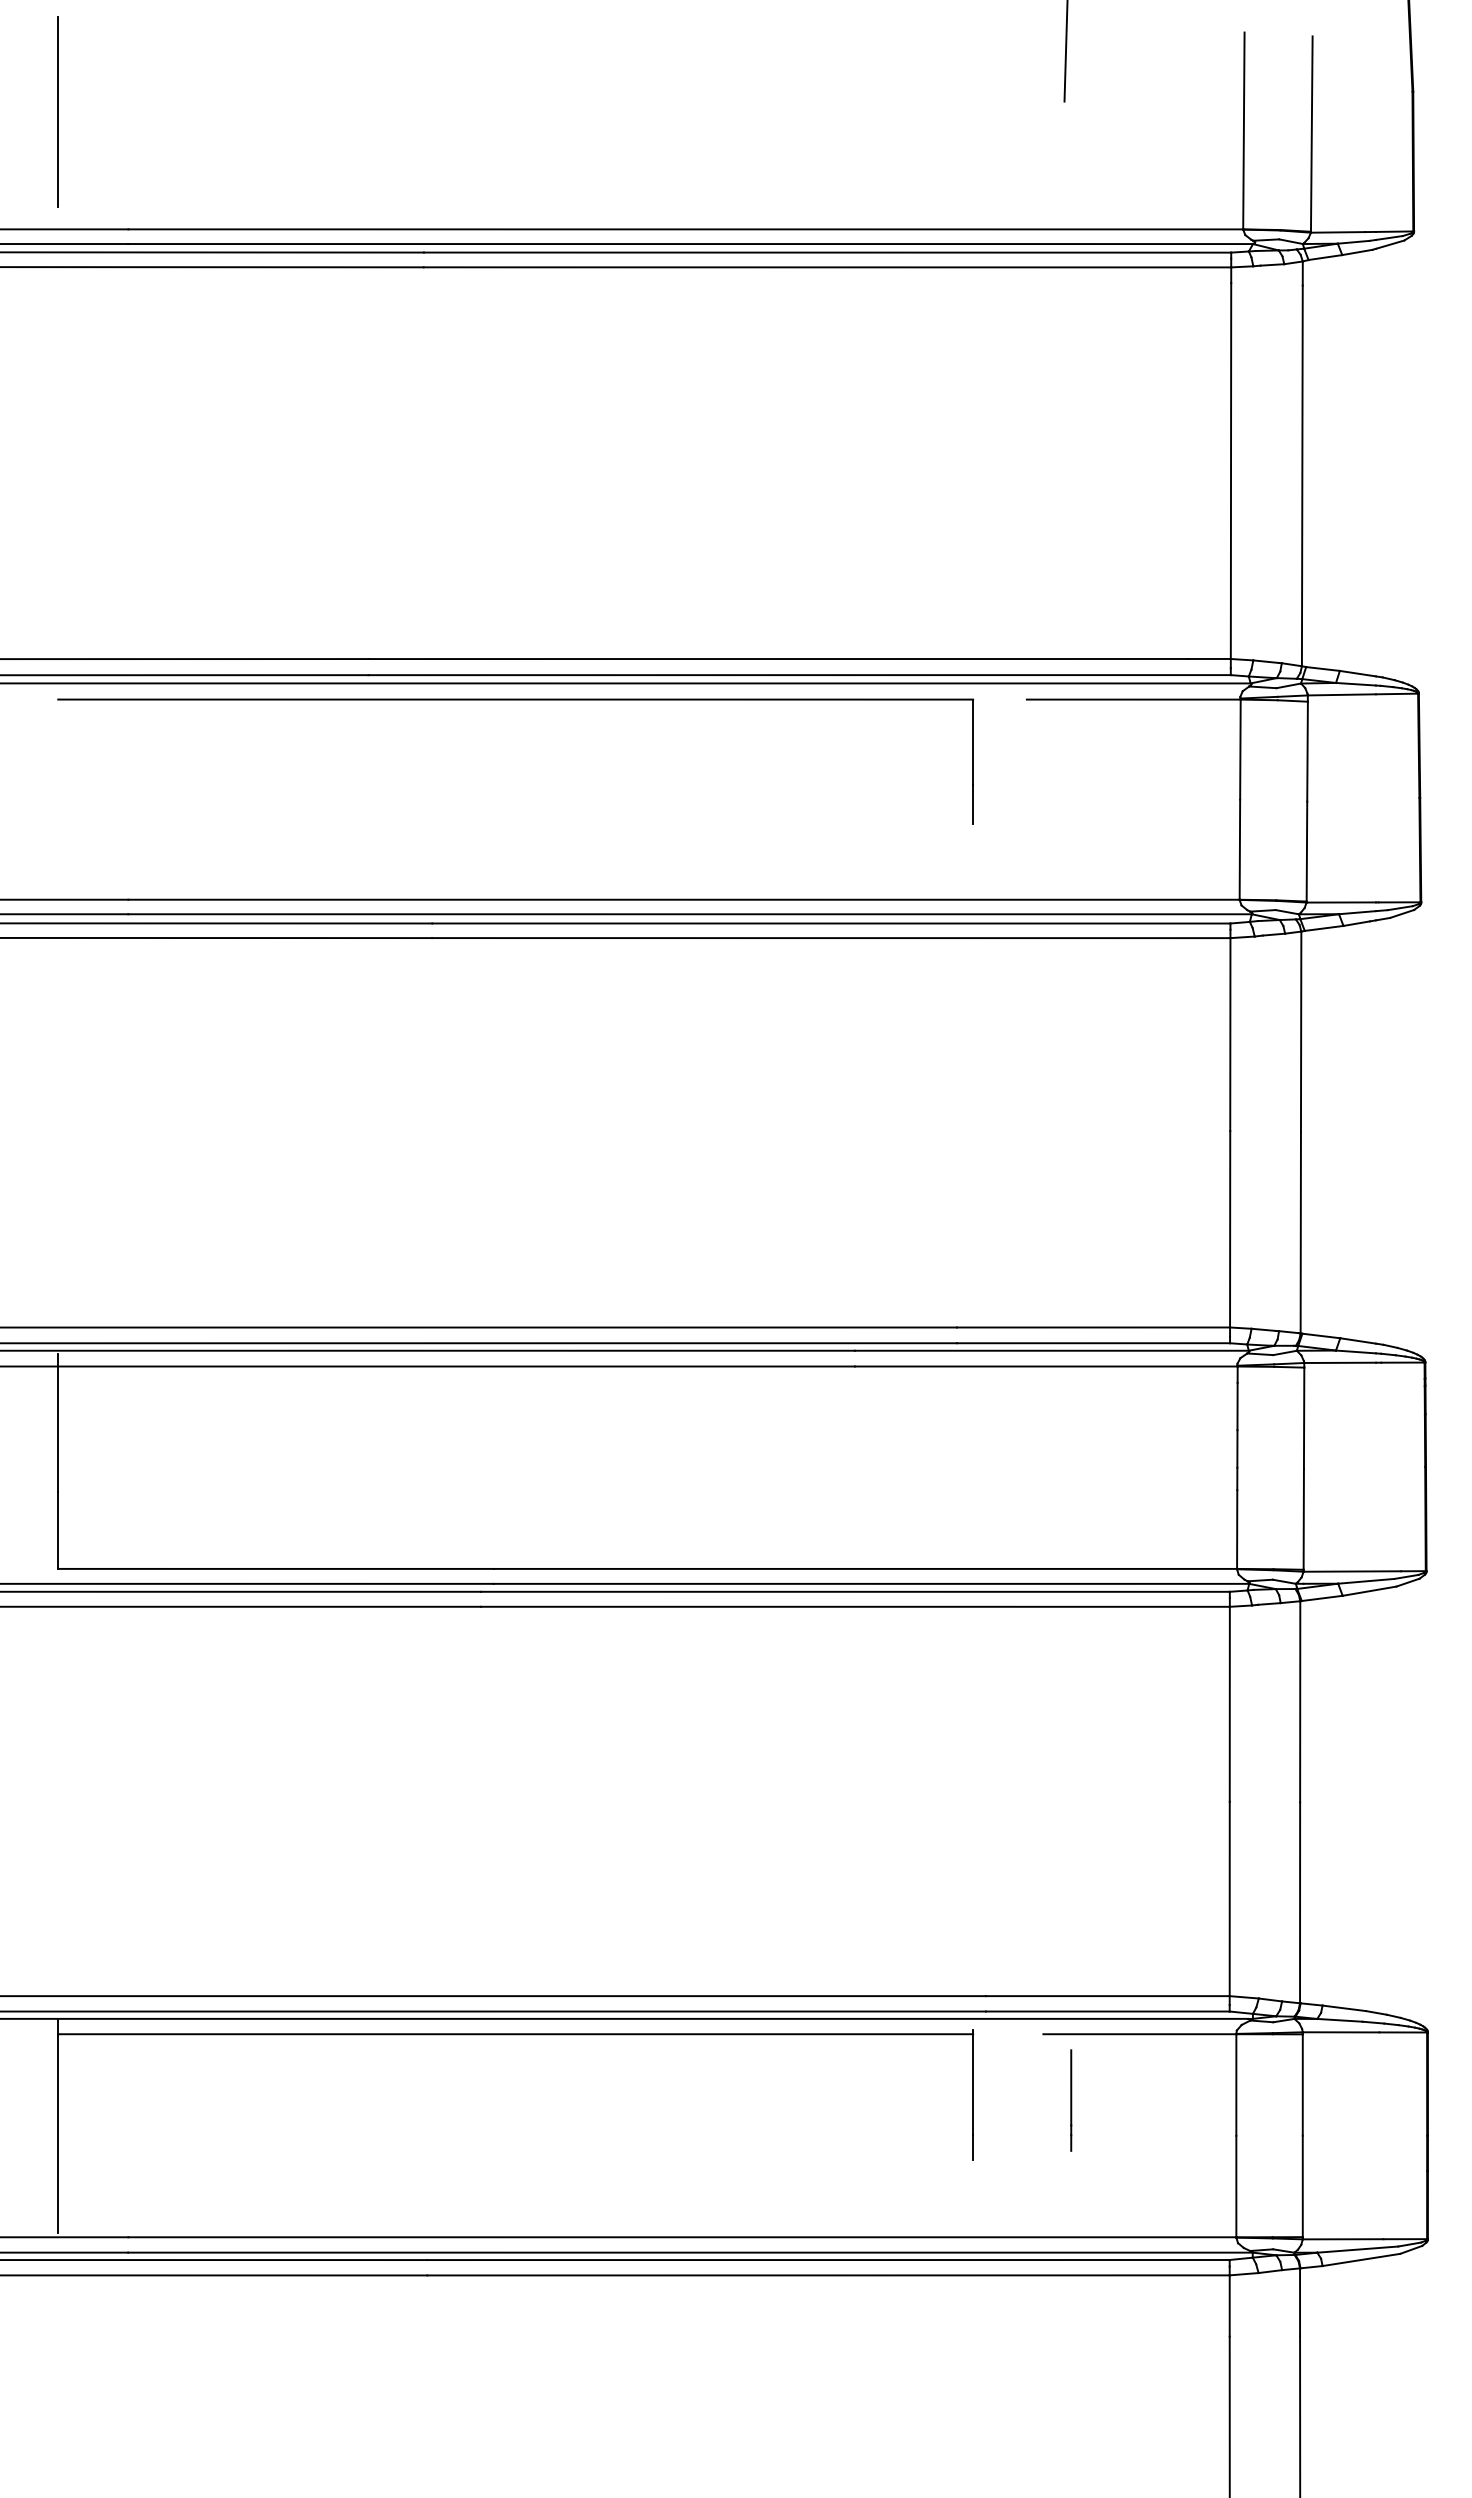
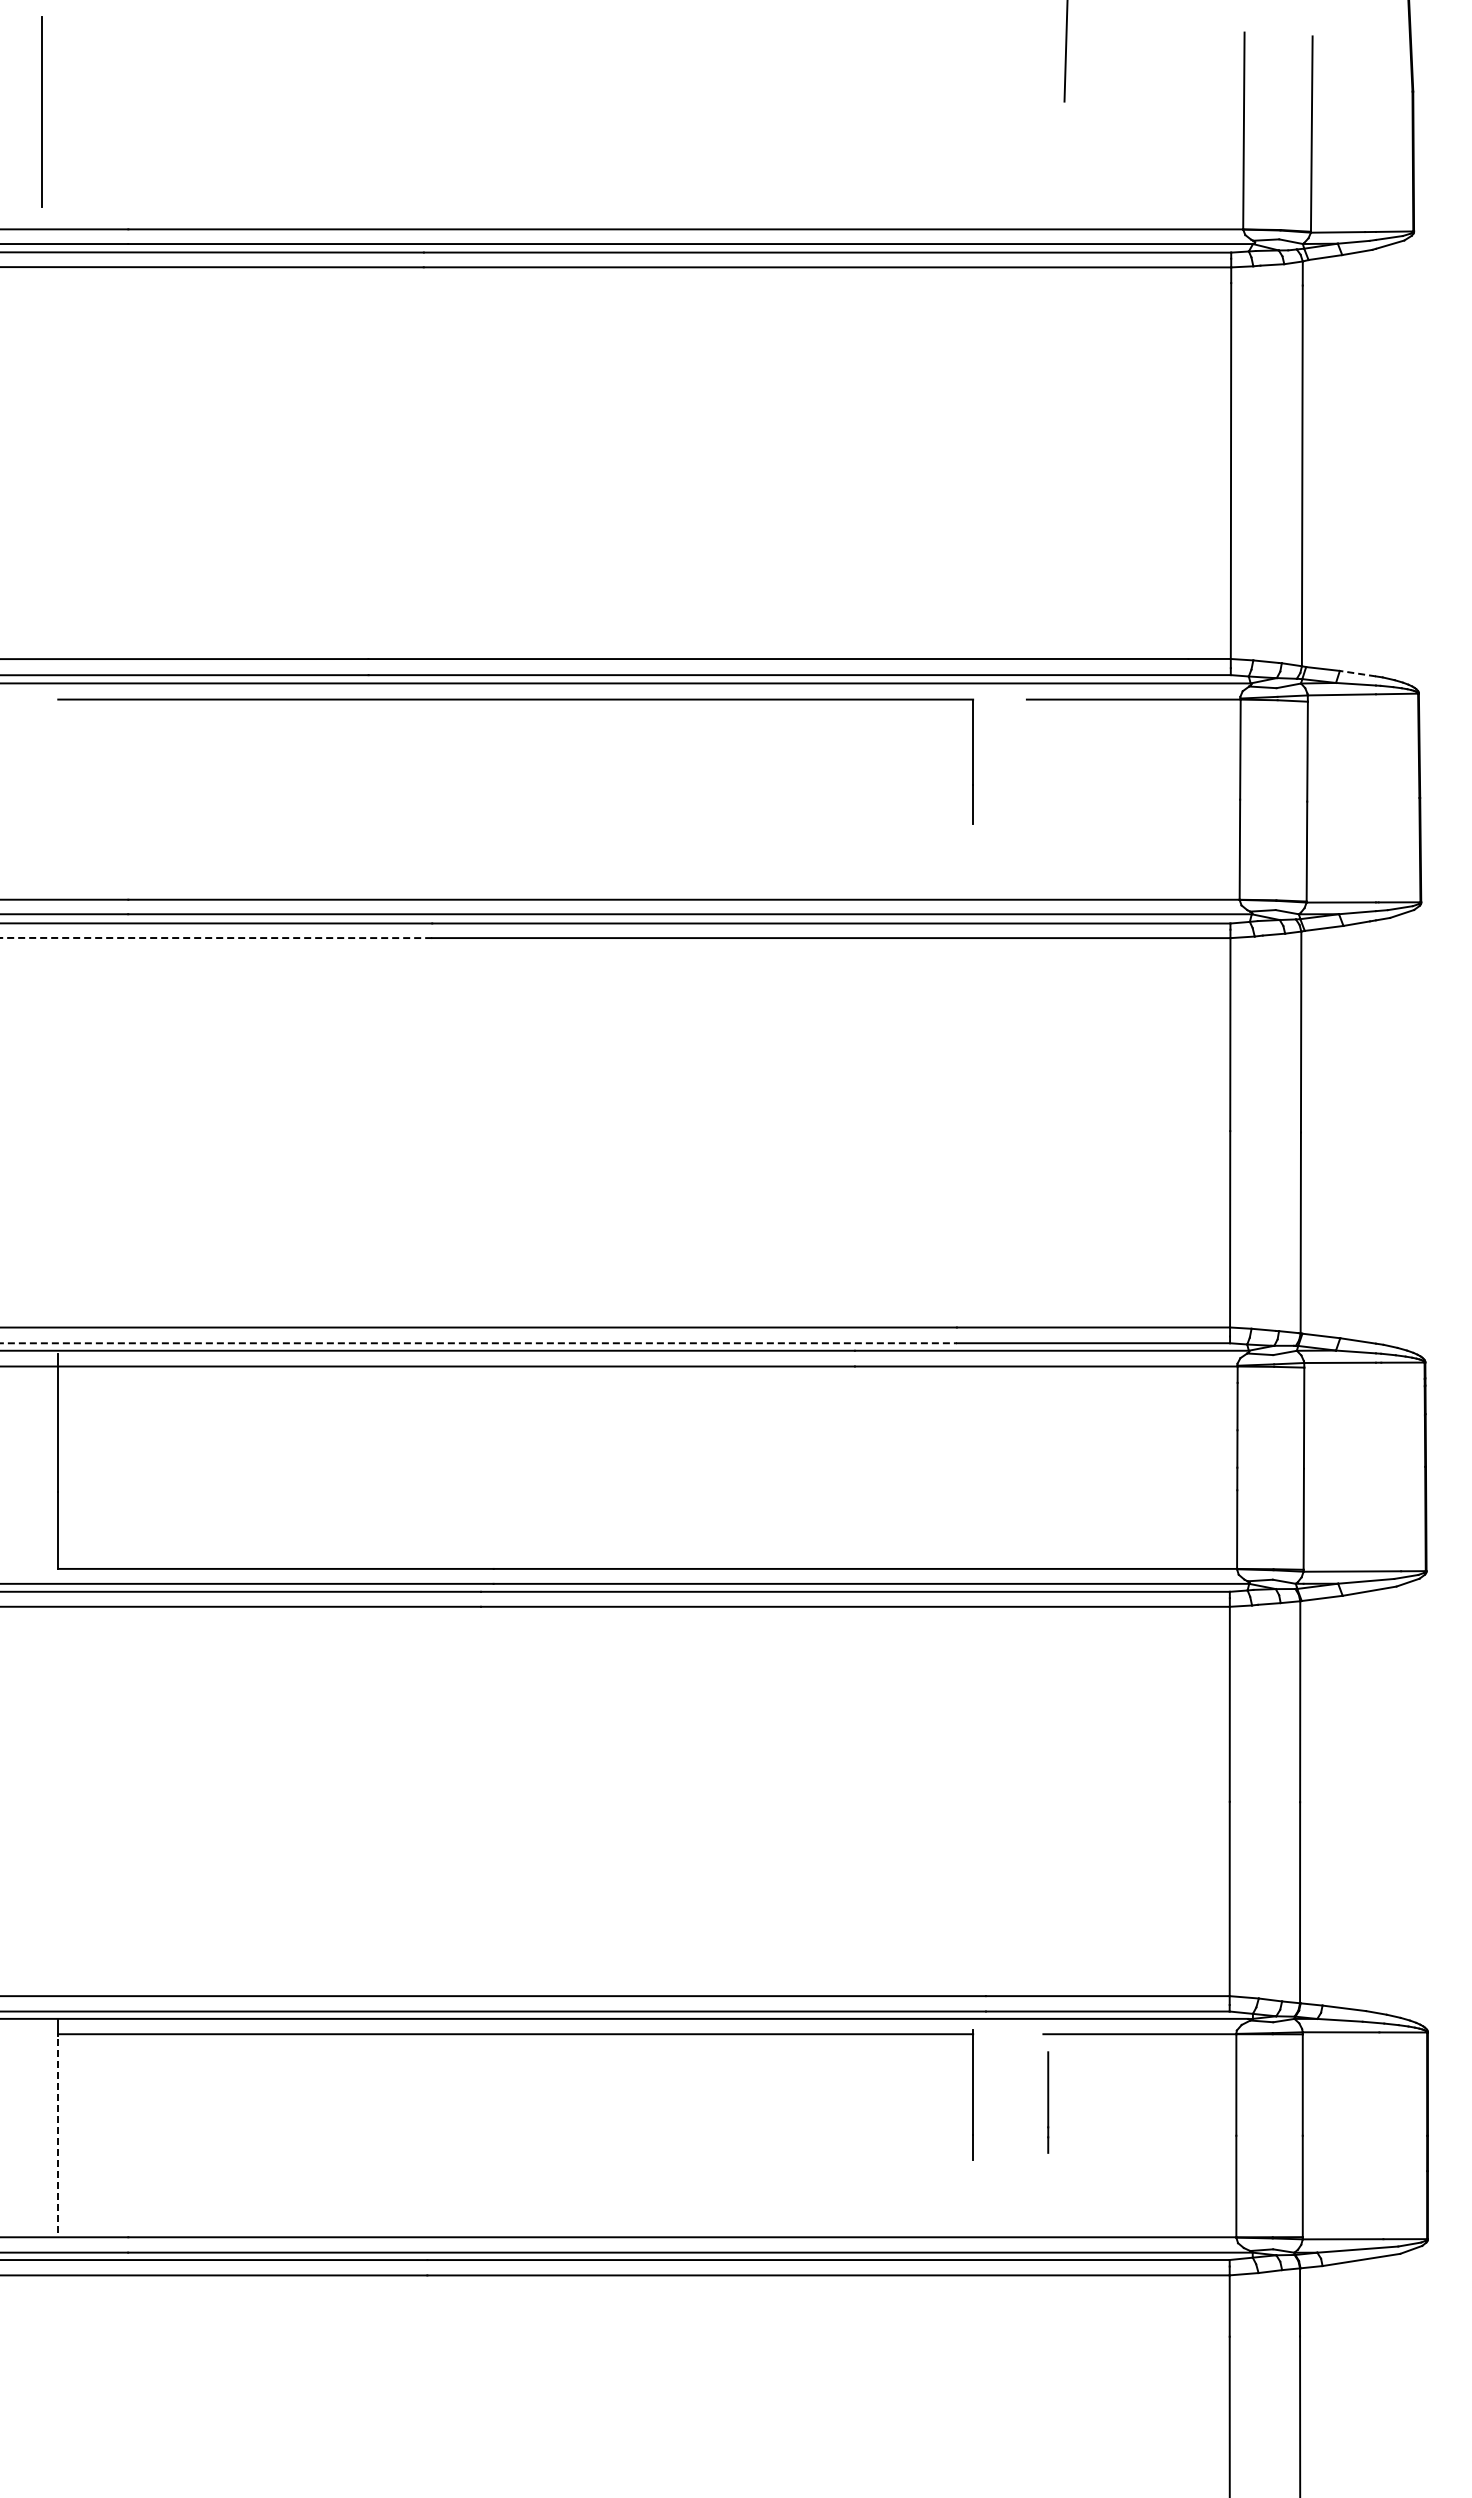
line at (57, 111) position: (57, 111) -> (41, 111)
line at (1357, 673): solid -> dashed
line at (216, 938): solid -> dashed
line at (479, 1343): solid -> dashed
line at (1071, 2100) position: (1071, 2100) -> (1048, 2102)
line at (58, 2134): solid -> dashed
